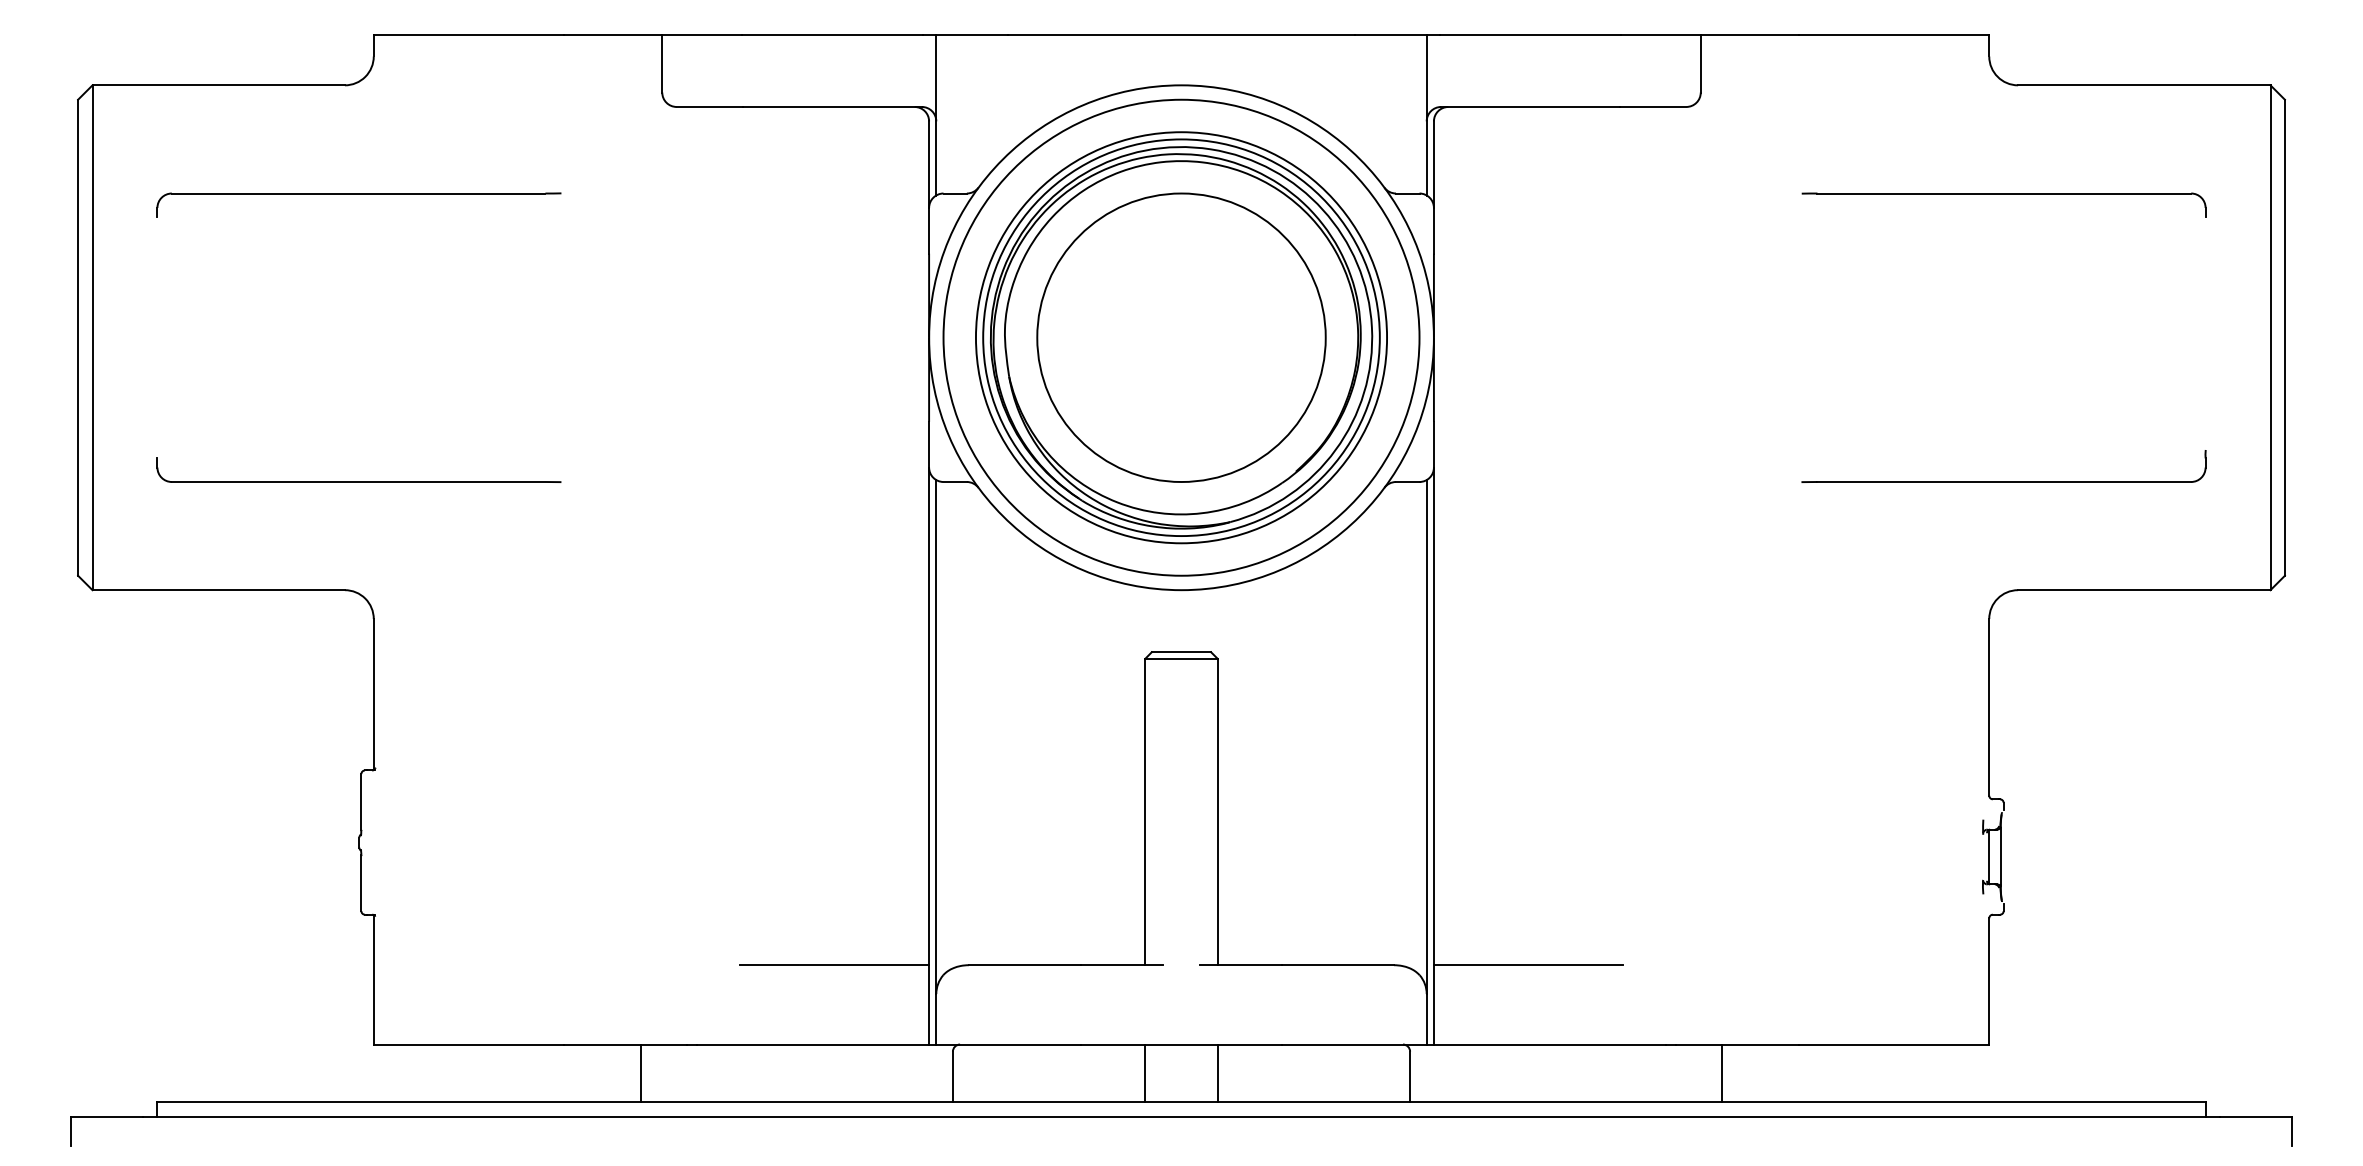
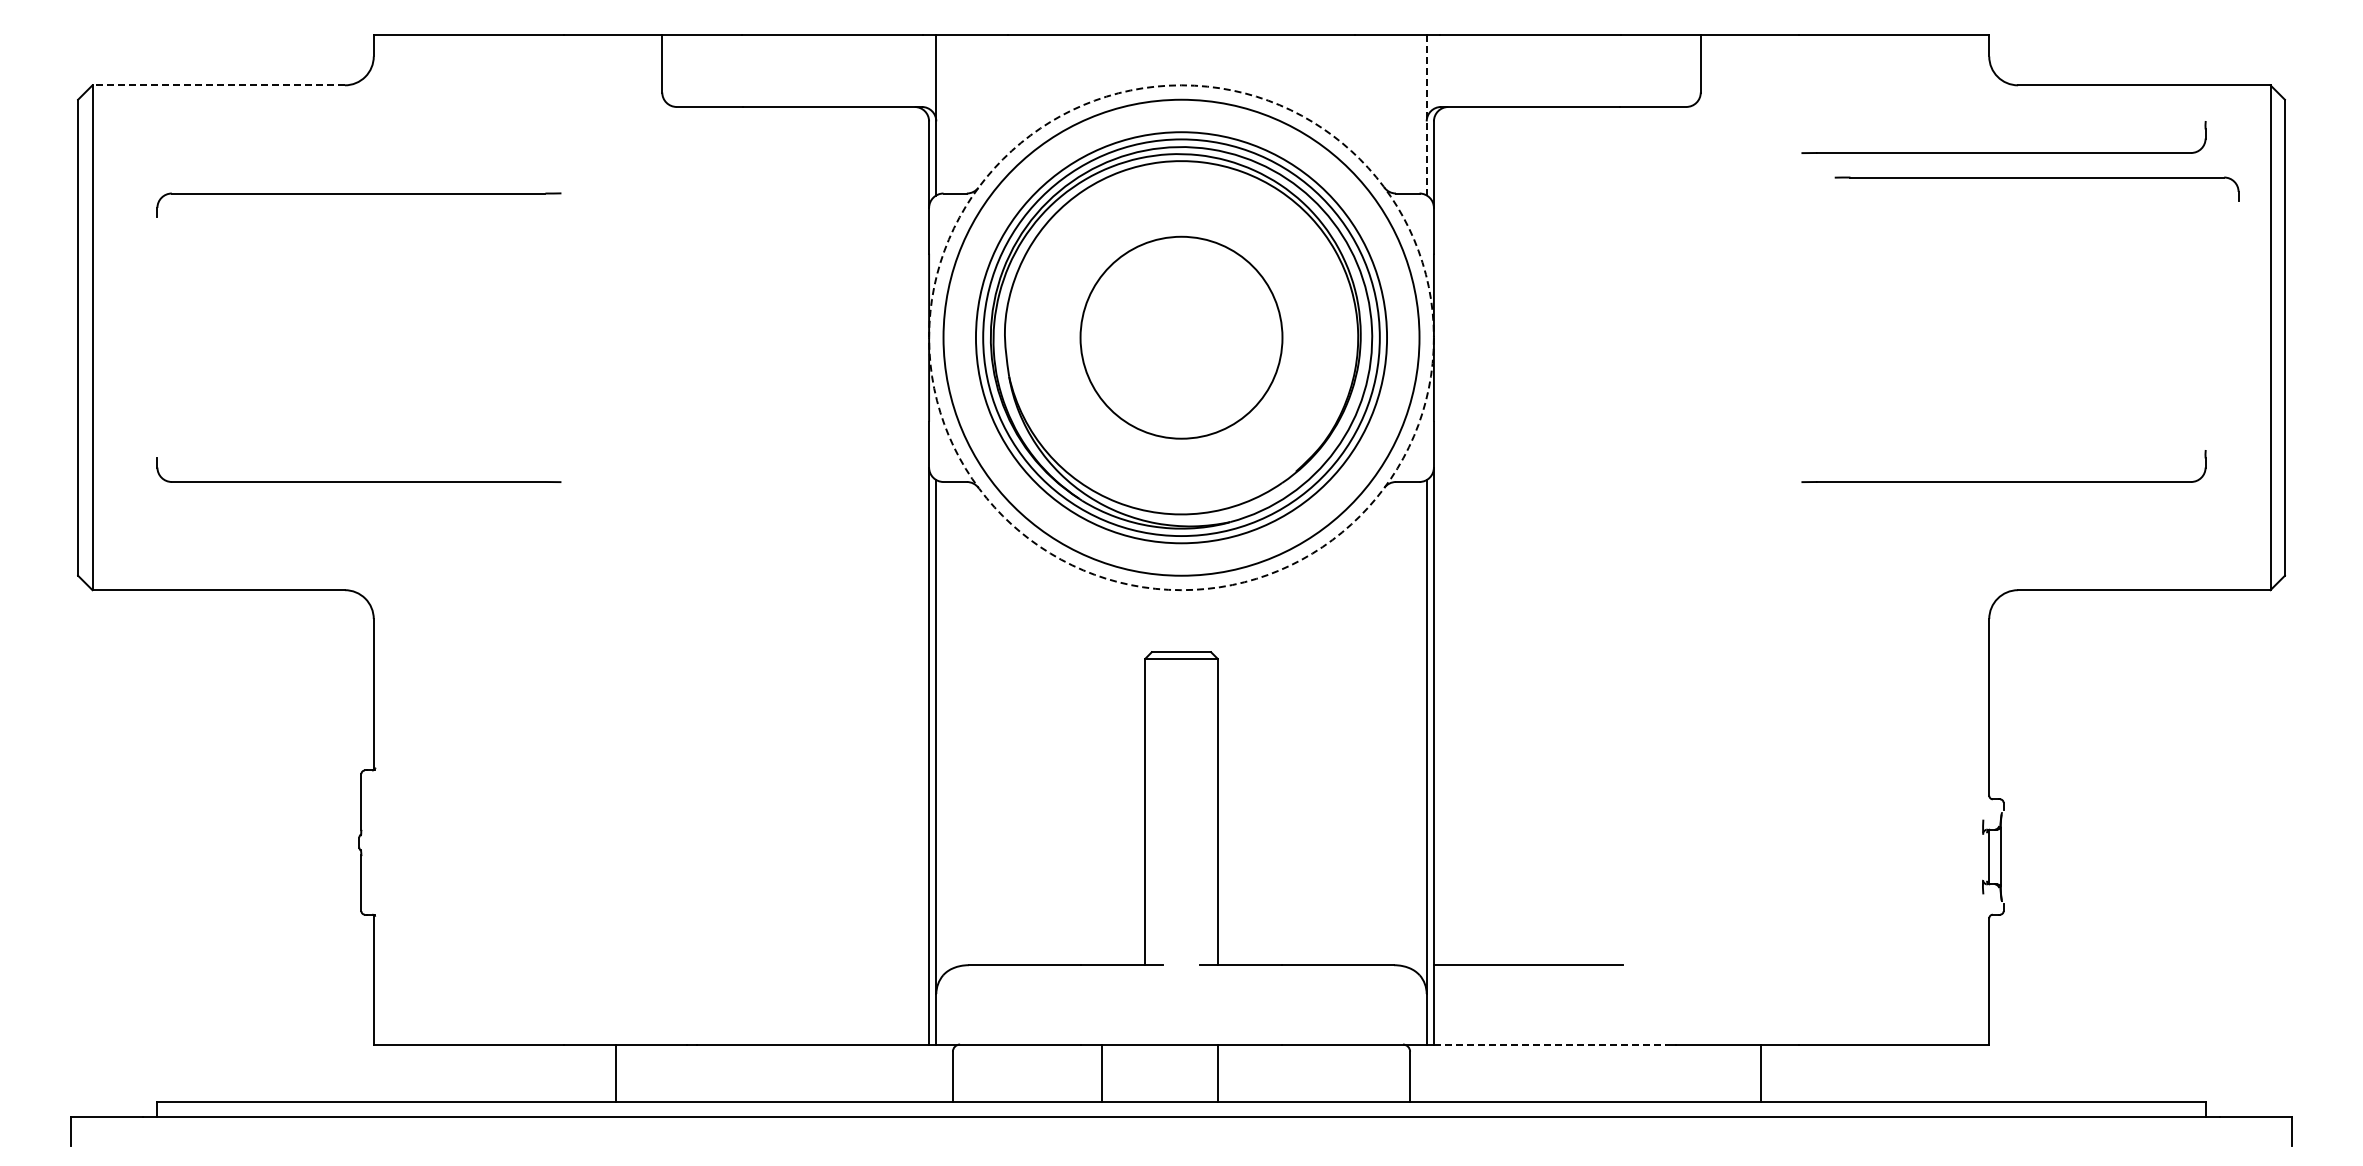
line at (218, 85): solid -> dashed
line at (1426, 114): solid -> dashed
part at (2003, 152): none -> present
part at (2003, 194) position: (2003, 194) -> (2036, 178)
circle at (1181, 337) diameter: 288 px -> 202 px
circle at (1181, 337): solid -> dashed
line at (834, 965): present -> none
line at (1549, 1044): solid -> dashed
line at (640, 1073) position: (640, 1073) -> (615, 1073)
line at (1145, 1073) position: (1145, 1073) -> (1102, 1073)
line at (1722, 1073) position: (1722, 1073) -> (1761, 1073)
